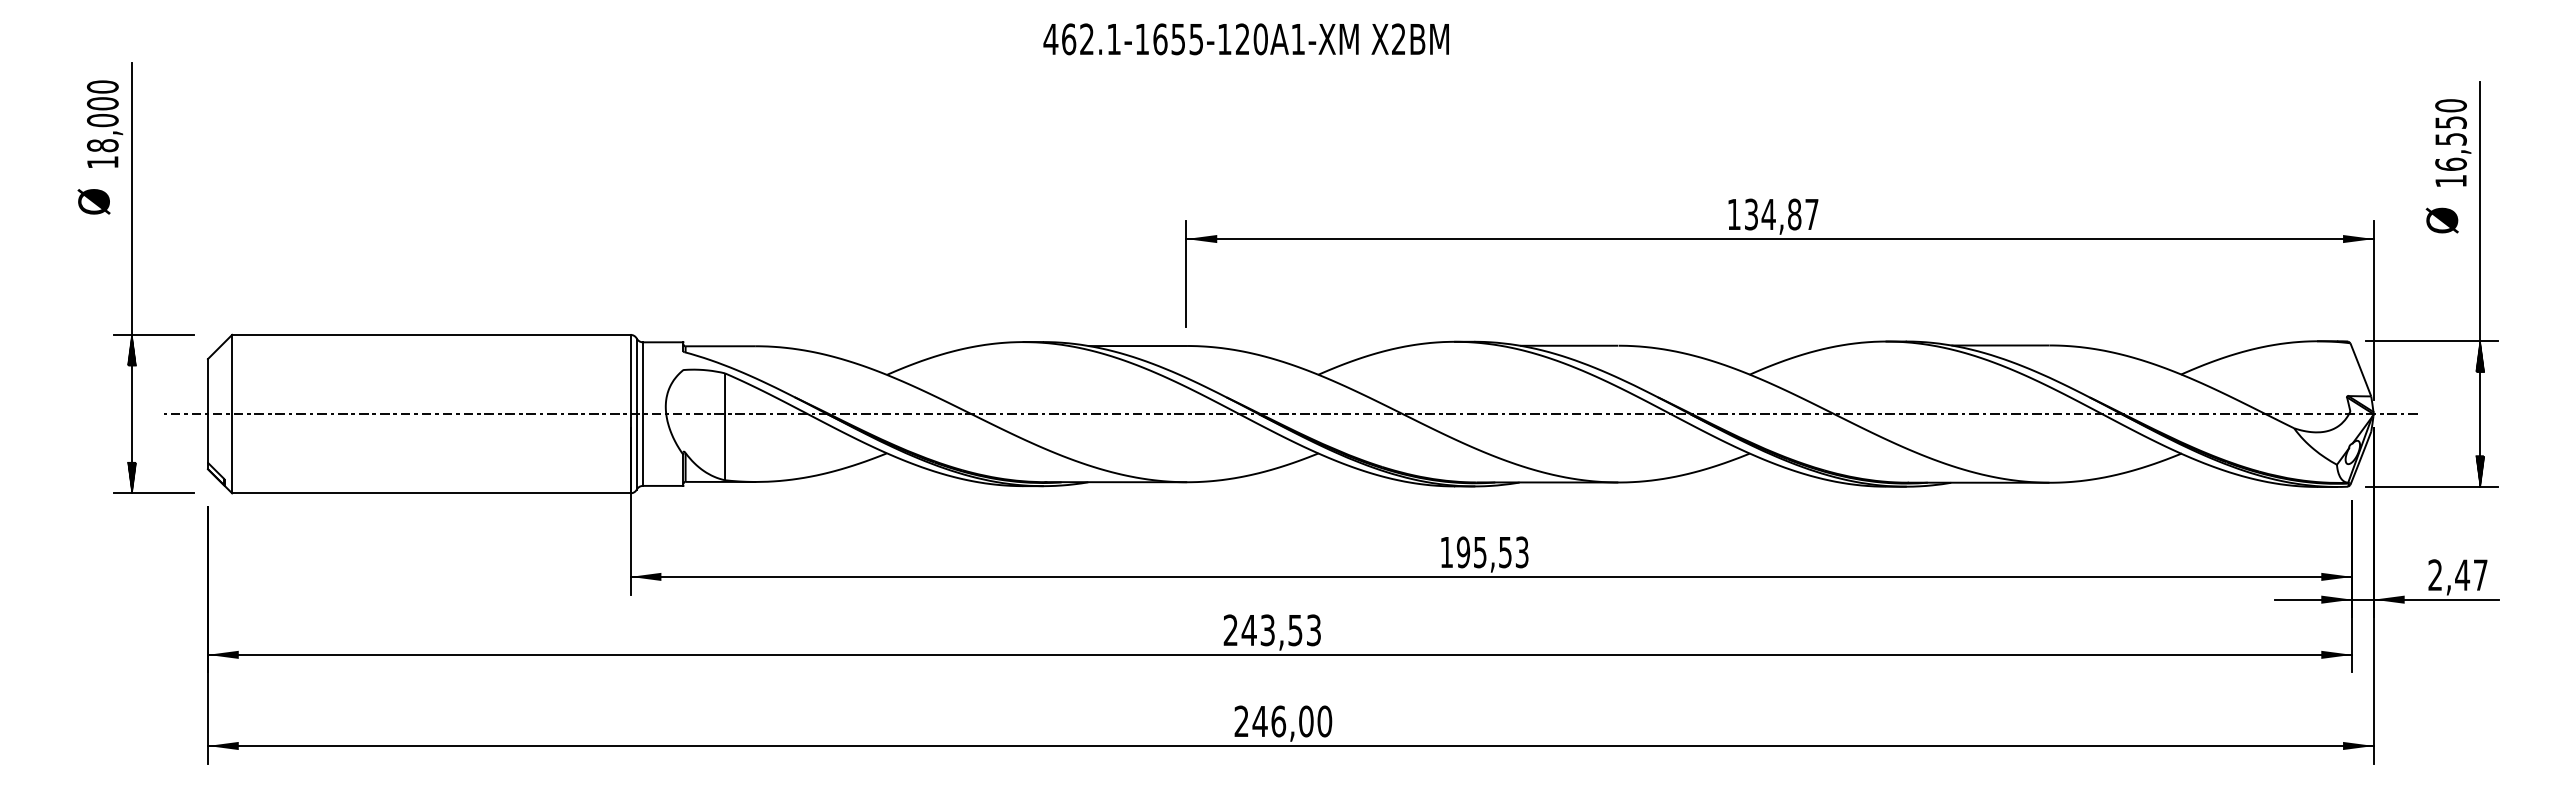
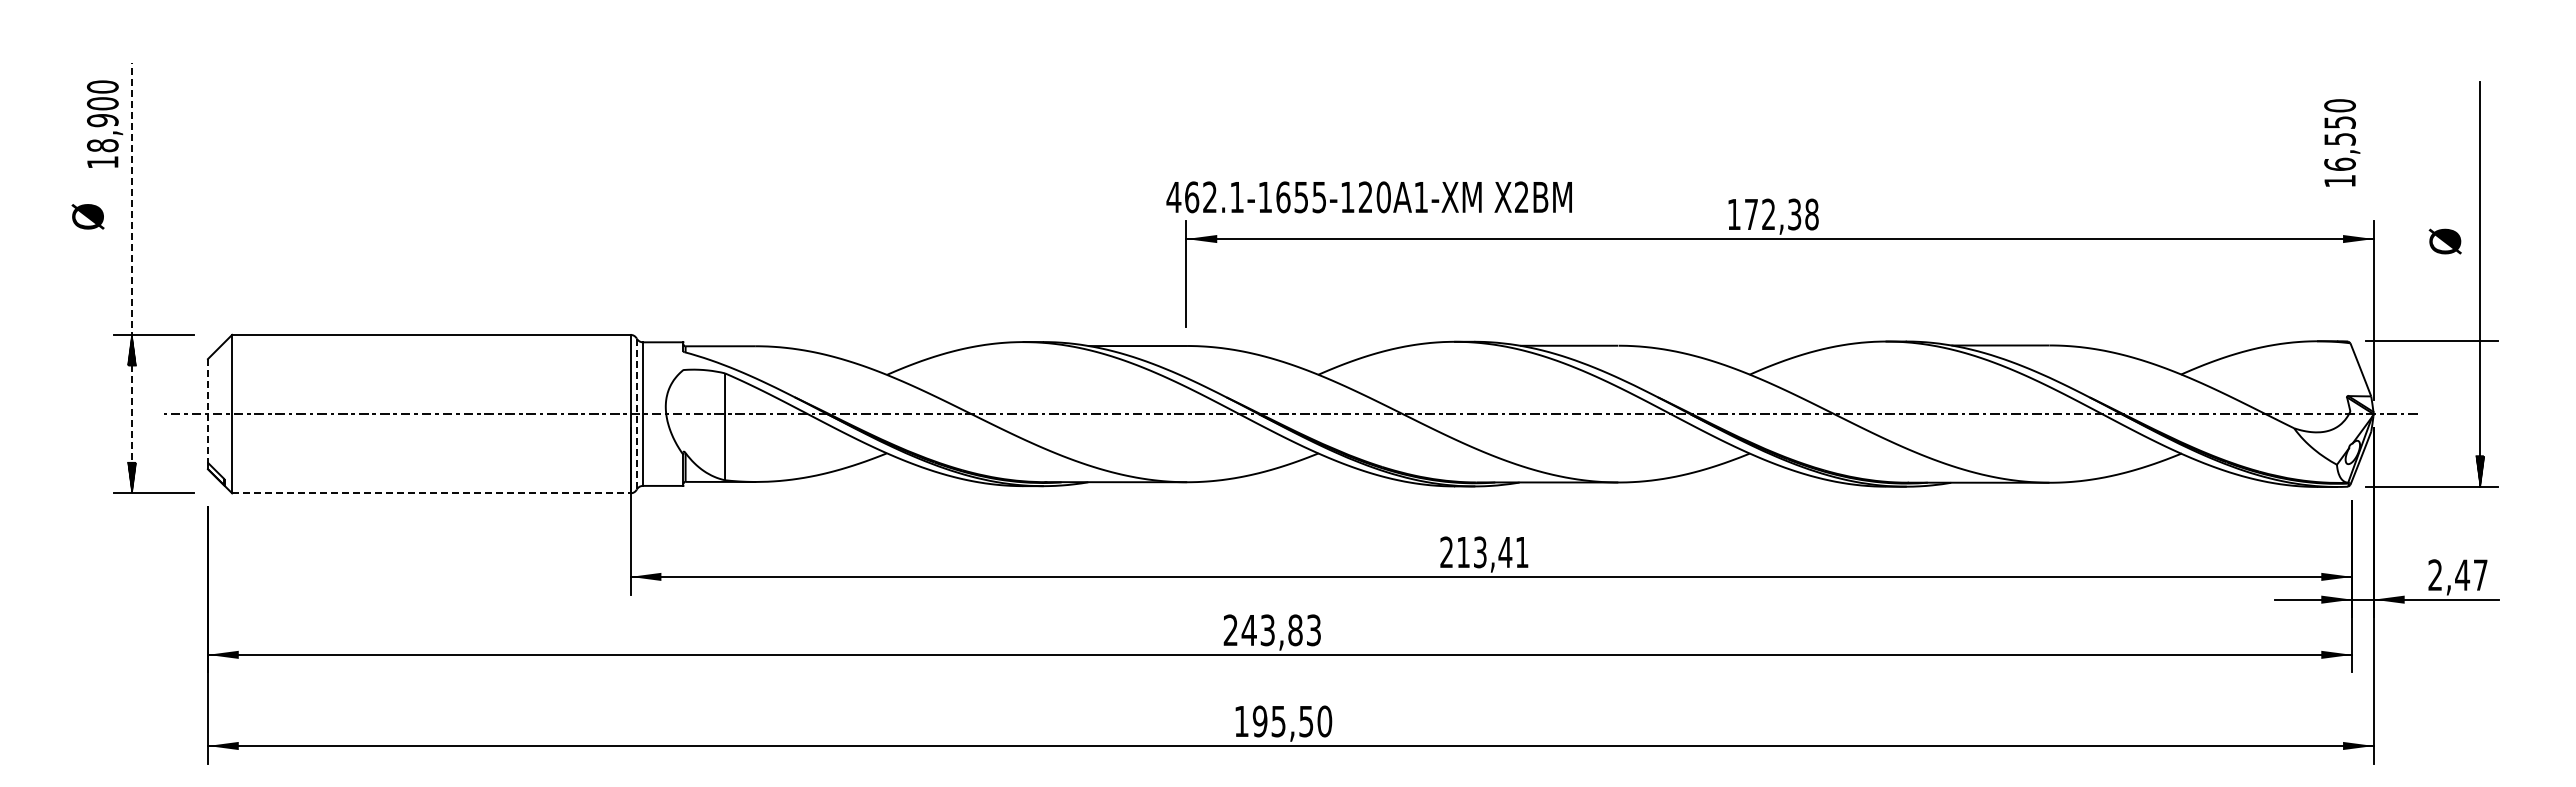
text at (1245, 39) position: (1245, 39) -> (1368, 197)
text at (102, 120): 18,000 -> 18,900
text at (2453, 142) position: (2453, 142) -> (2342, 142)
text at (93, 201) position: (93, 201) -> (87, 216)
text at (1781, 214): 134,87 -> 172,38
text at (2441, 220) position: (2441, 220) -> (2444, 241)
line at (132, 277): solid -> dashed
hatch at (2480, 356): present -> none
line at (207, 410): solid -> dashed
line at (636, 414): solid -> dashed
line at (431, 493): solid -> dashed
text at (1484, 552): 195,53 -> 213,41
text at (1295, 630): 243,53 -> 243,83
text at (1273, 721): 246,00 -> 195,50
